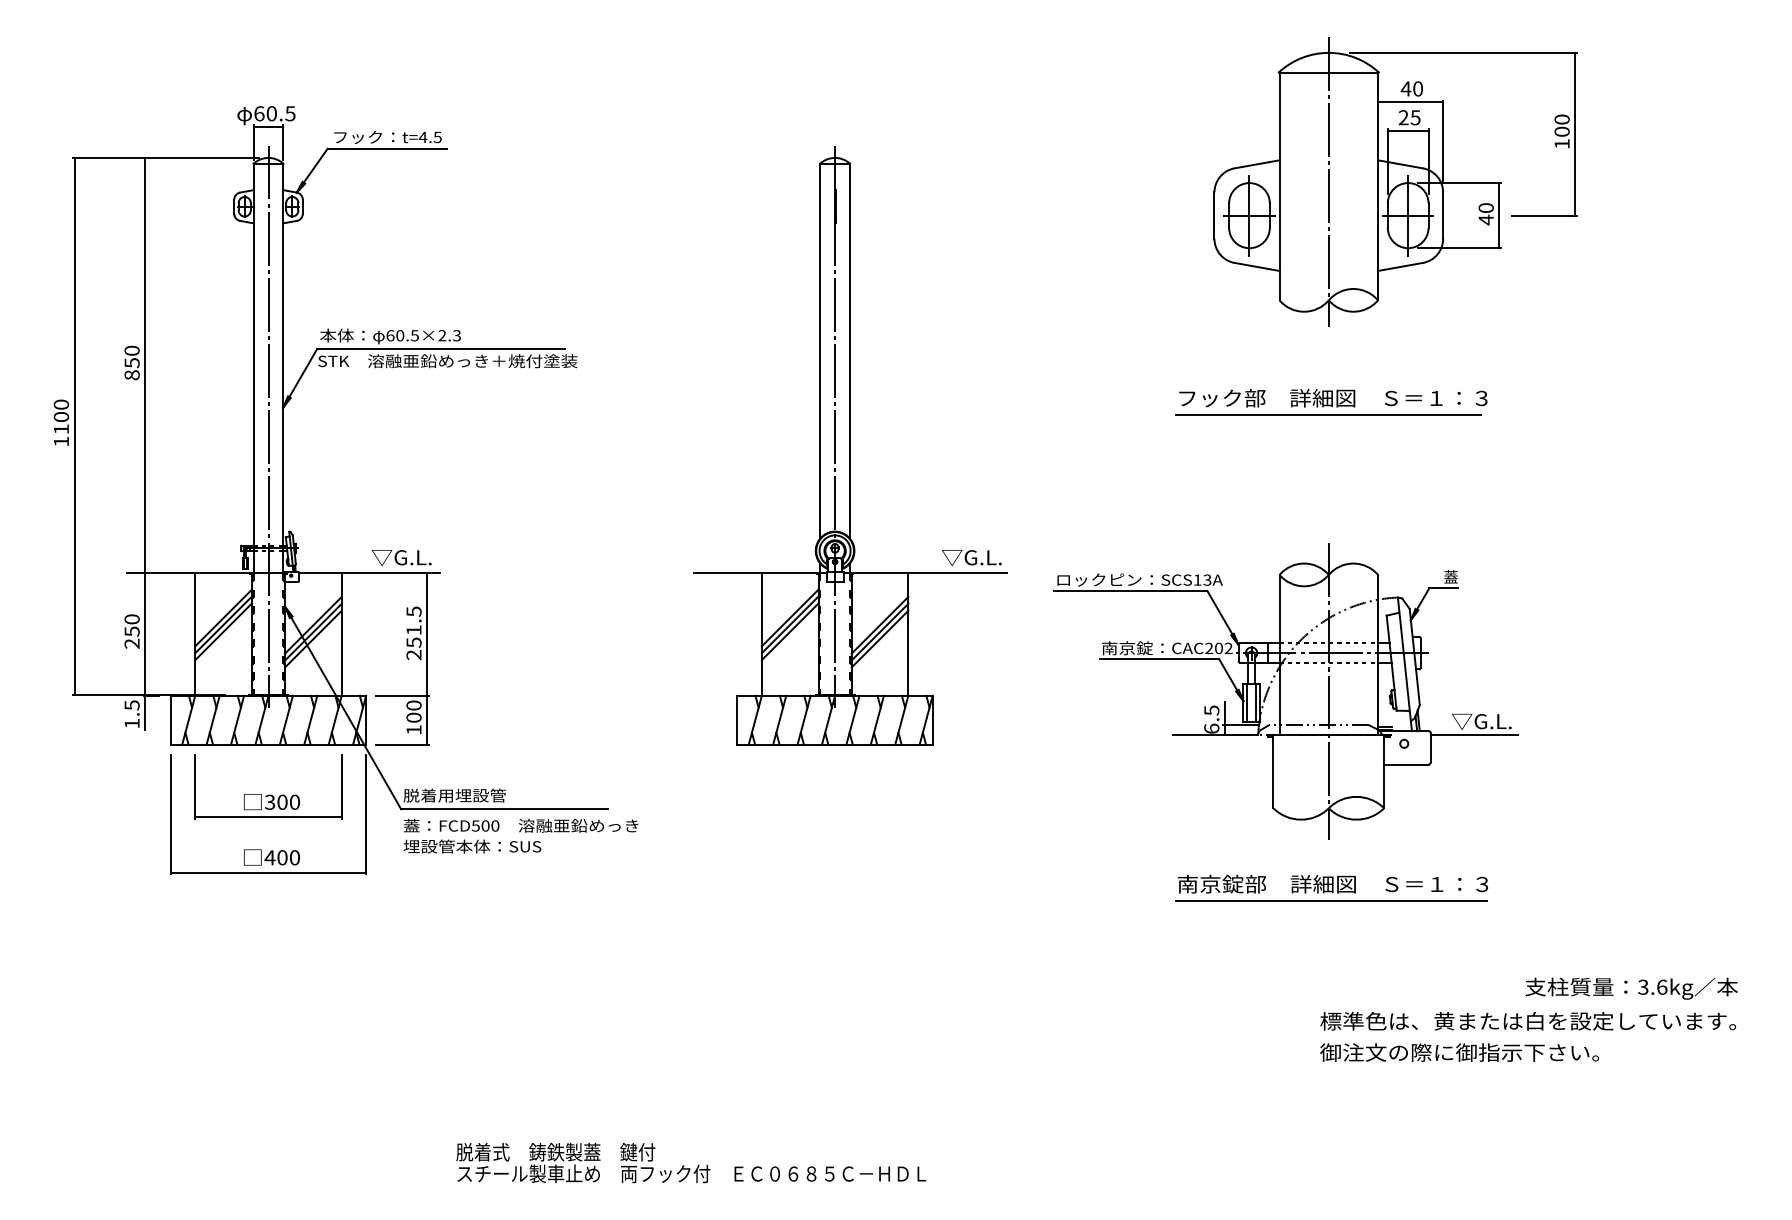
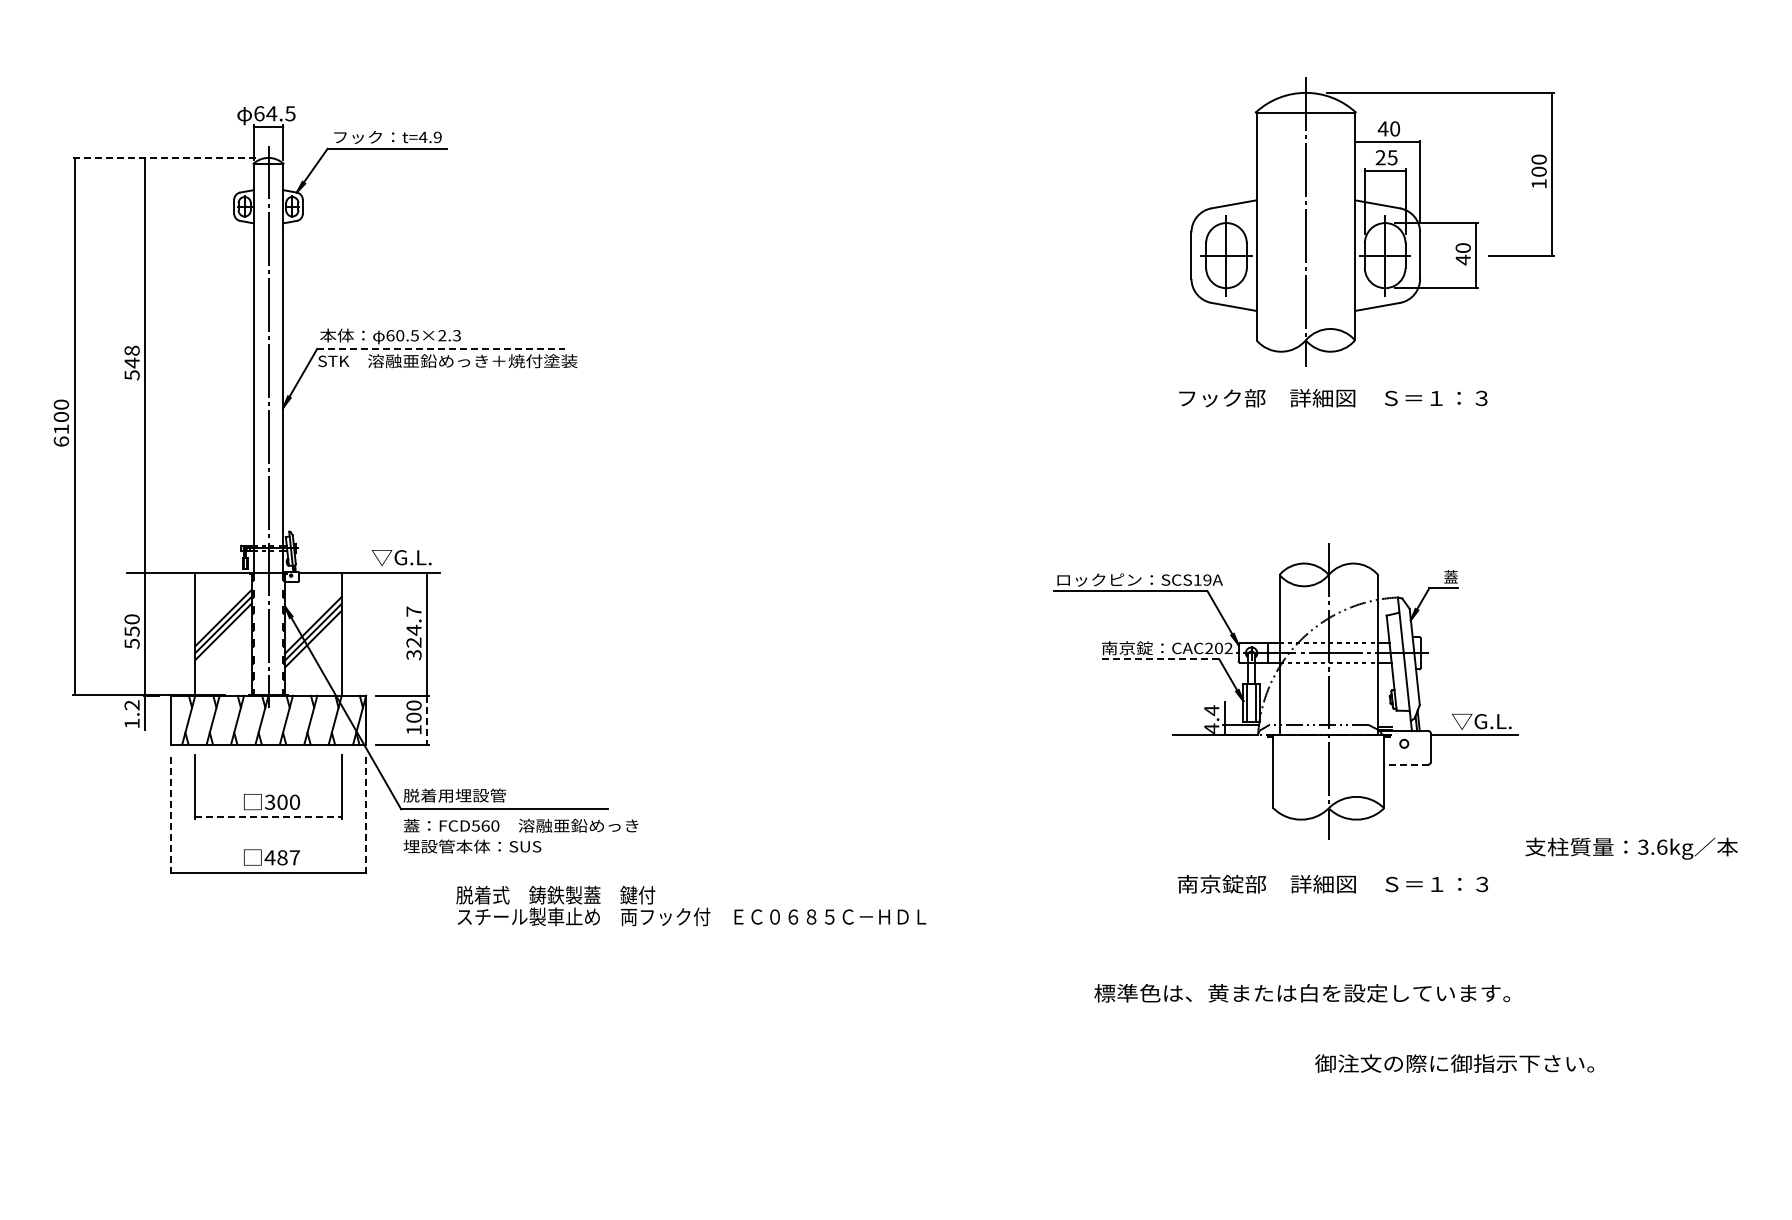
text at (271, 113): 60.5 -> 64.5
text at (437, 136): t=4.5 -> t=4.9
line at (165, 157): solid -> dashed
part at (1395, 181) position: (1395, 181) -> (1372, 221)
line at (440, 348): solid -> dashed
text at (131, 362): 850 -> 548
line at (1328, 415): present -> none
text at (61, 441): 1100 -> 6100
part at (850, 445): present -> none
text at (1207, 579): SCS13A -> SCS19A
text at (413, 633): 251.5 -> 324.7
text at (131, 643): 250 -> 550
line at (1159, 659): solid -> dashed
text at (131, 705): 1.5 -> 1.2
text at (1211, 719): 6.5 -> 4.4
line at (427, 720): solid -> dashed
line at (1405, 764): solid -> dashed
line at (170, 814): solid -> dashed
line at (366, 814): solid -> dashed
line at (269, 817): solid -> dashed
text at (485, 825): FCD500 -> FCD560
text at (288, 857): 400 -> 487
line at (1331, 901): present -> none
text at (1631, 988) position: (1631, 988) -> (1631, 848)
text at (1528, 1021) position: (1528, 1021) -> (1302, 993)
text at (1459, 1052) position: (1459, 1052) -> (1454, 1063)
text at (691, 1163) position: (691, 1163) -> (691, 906)
